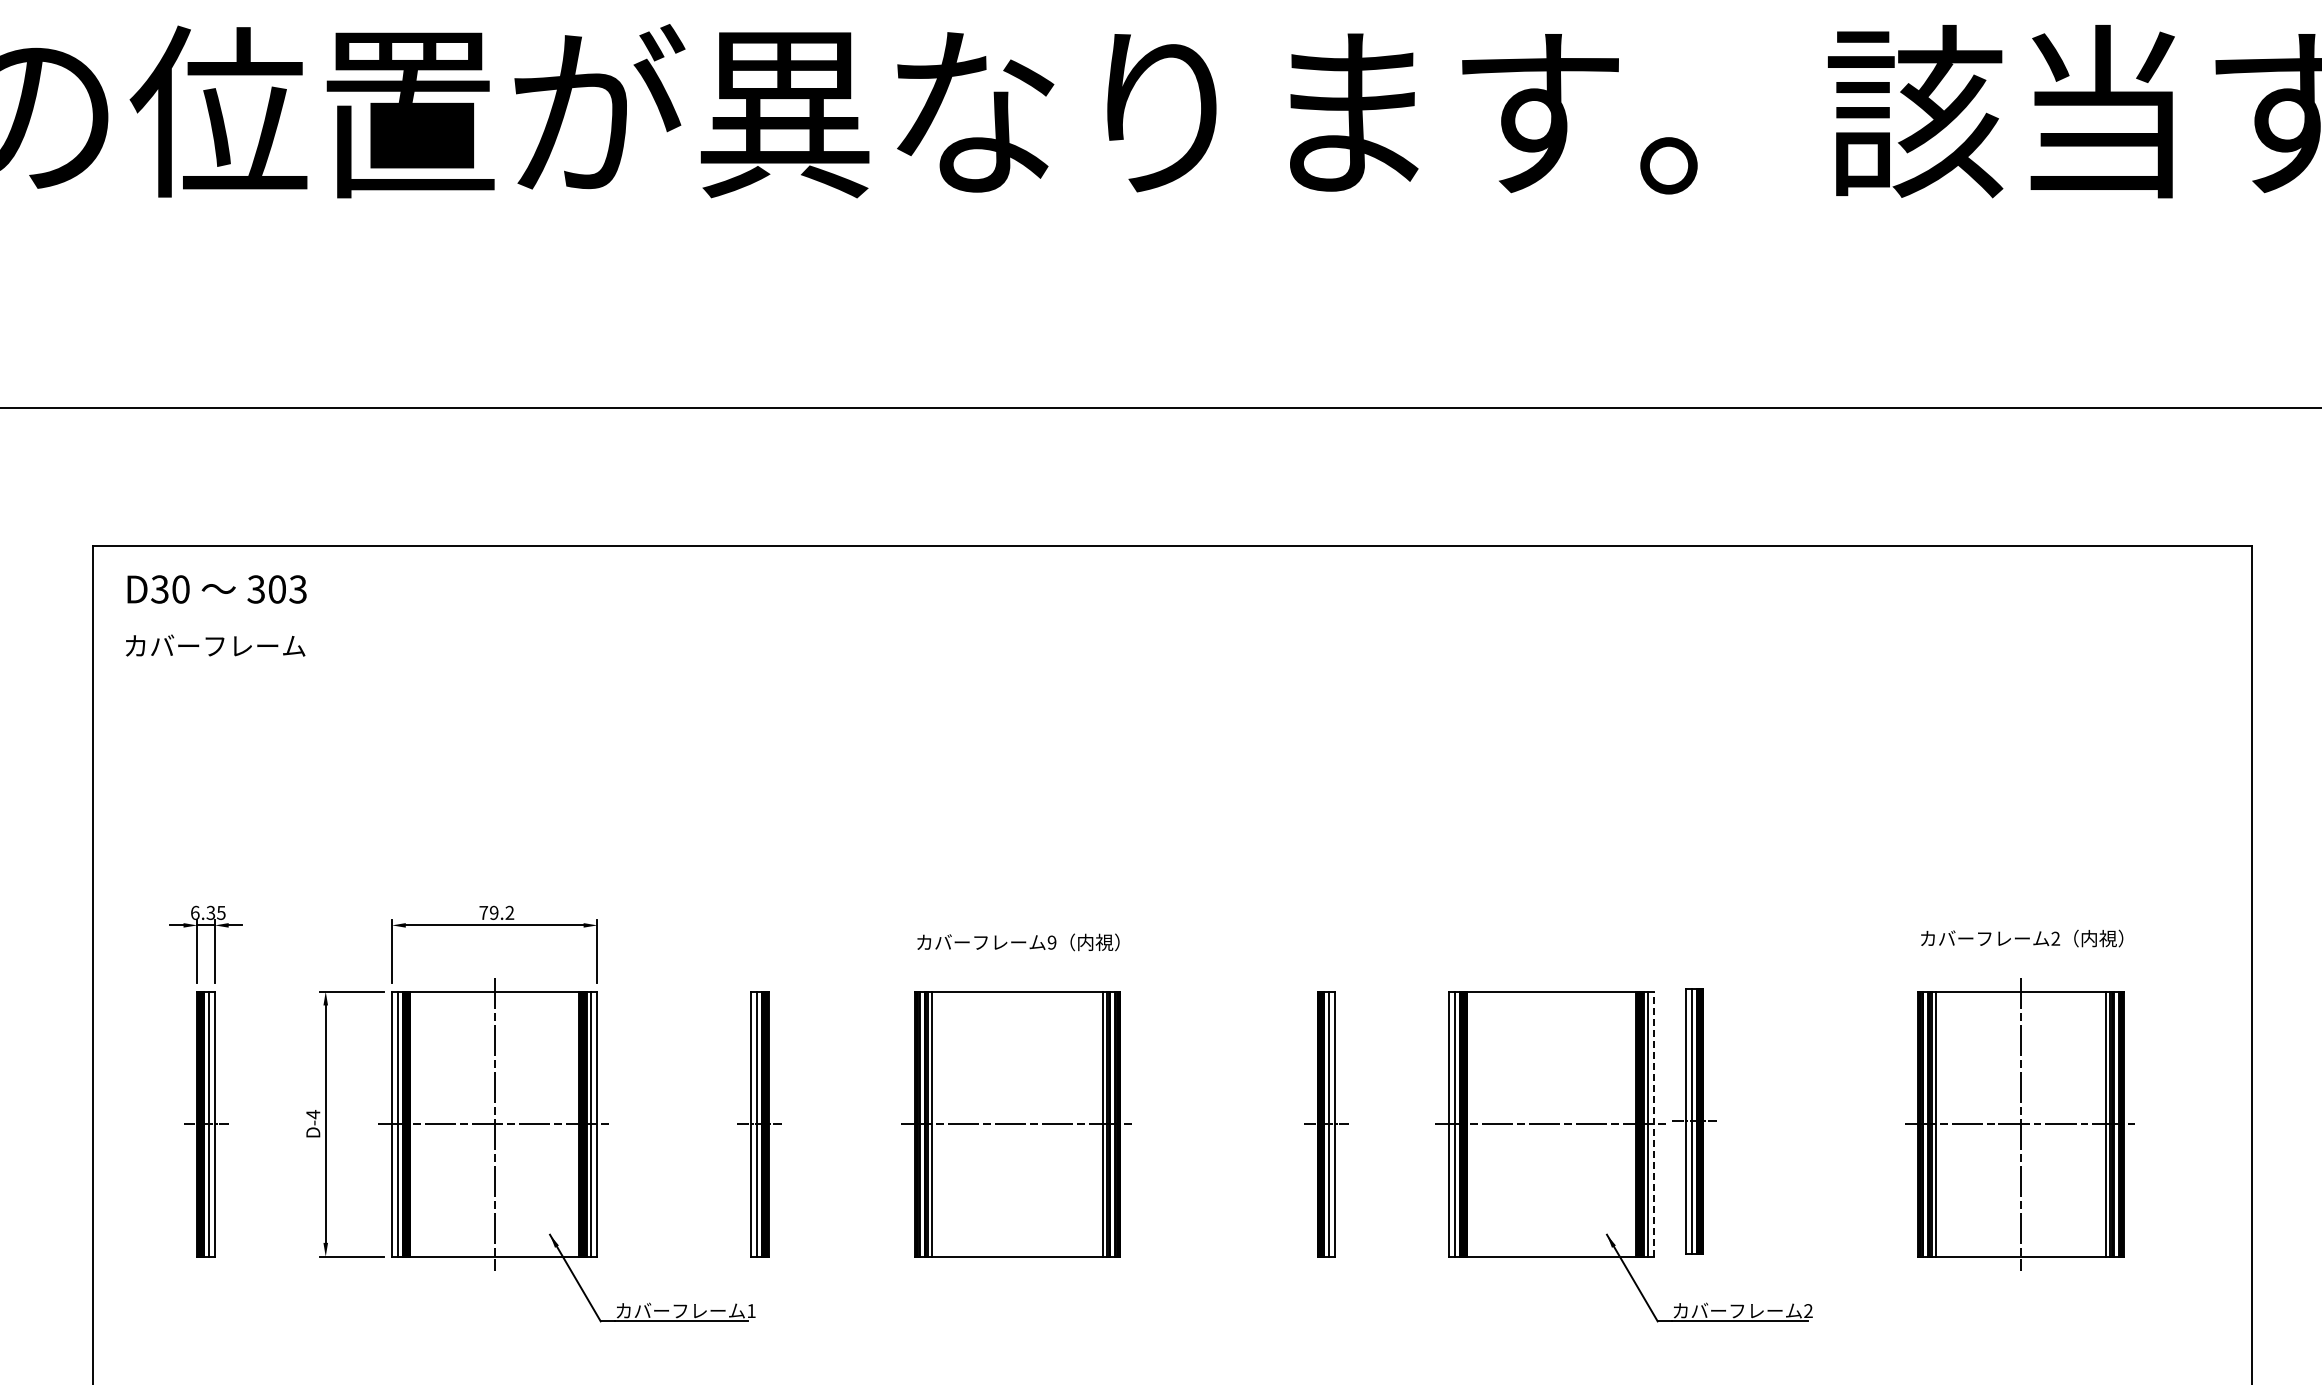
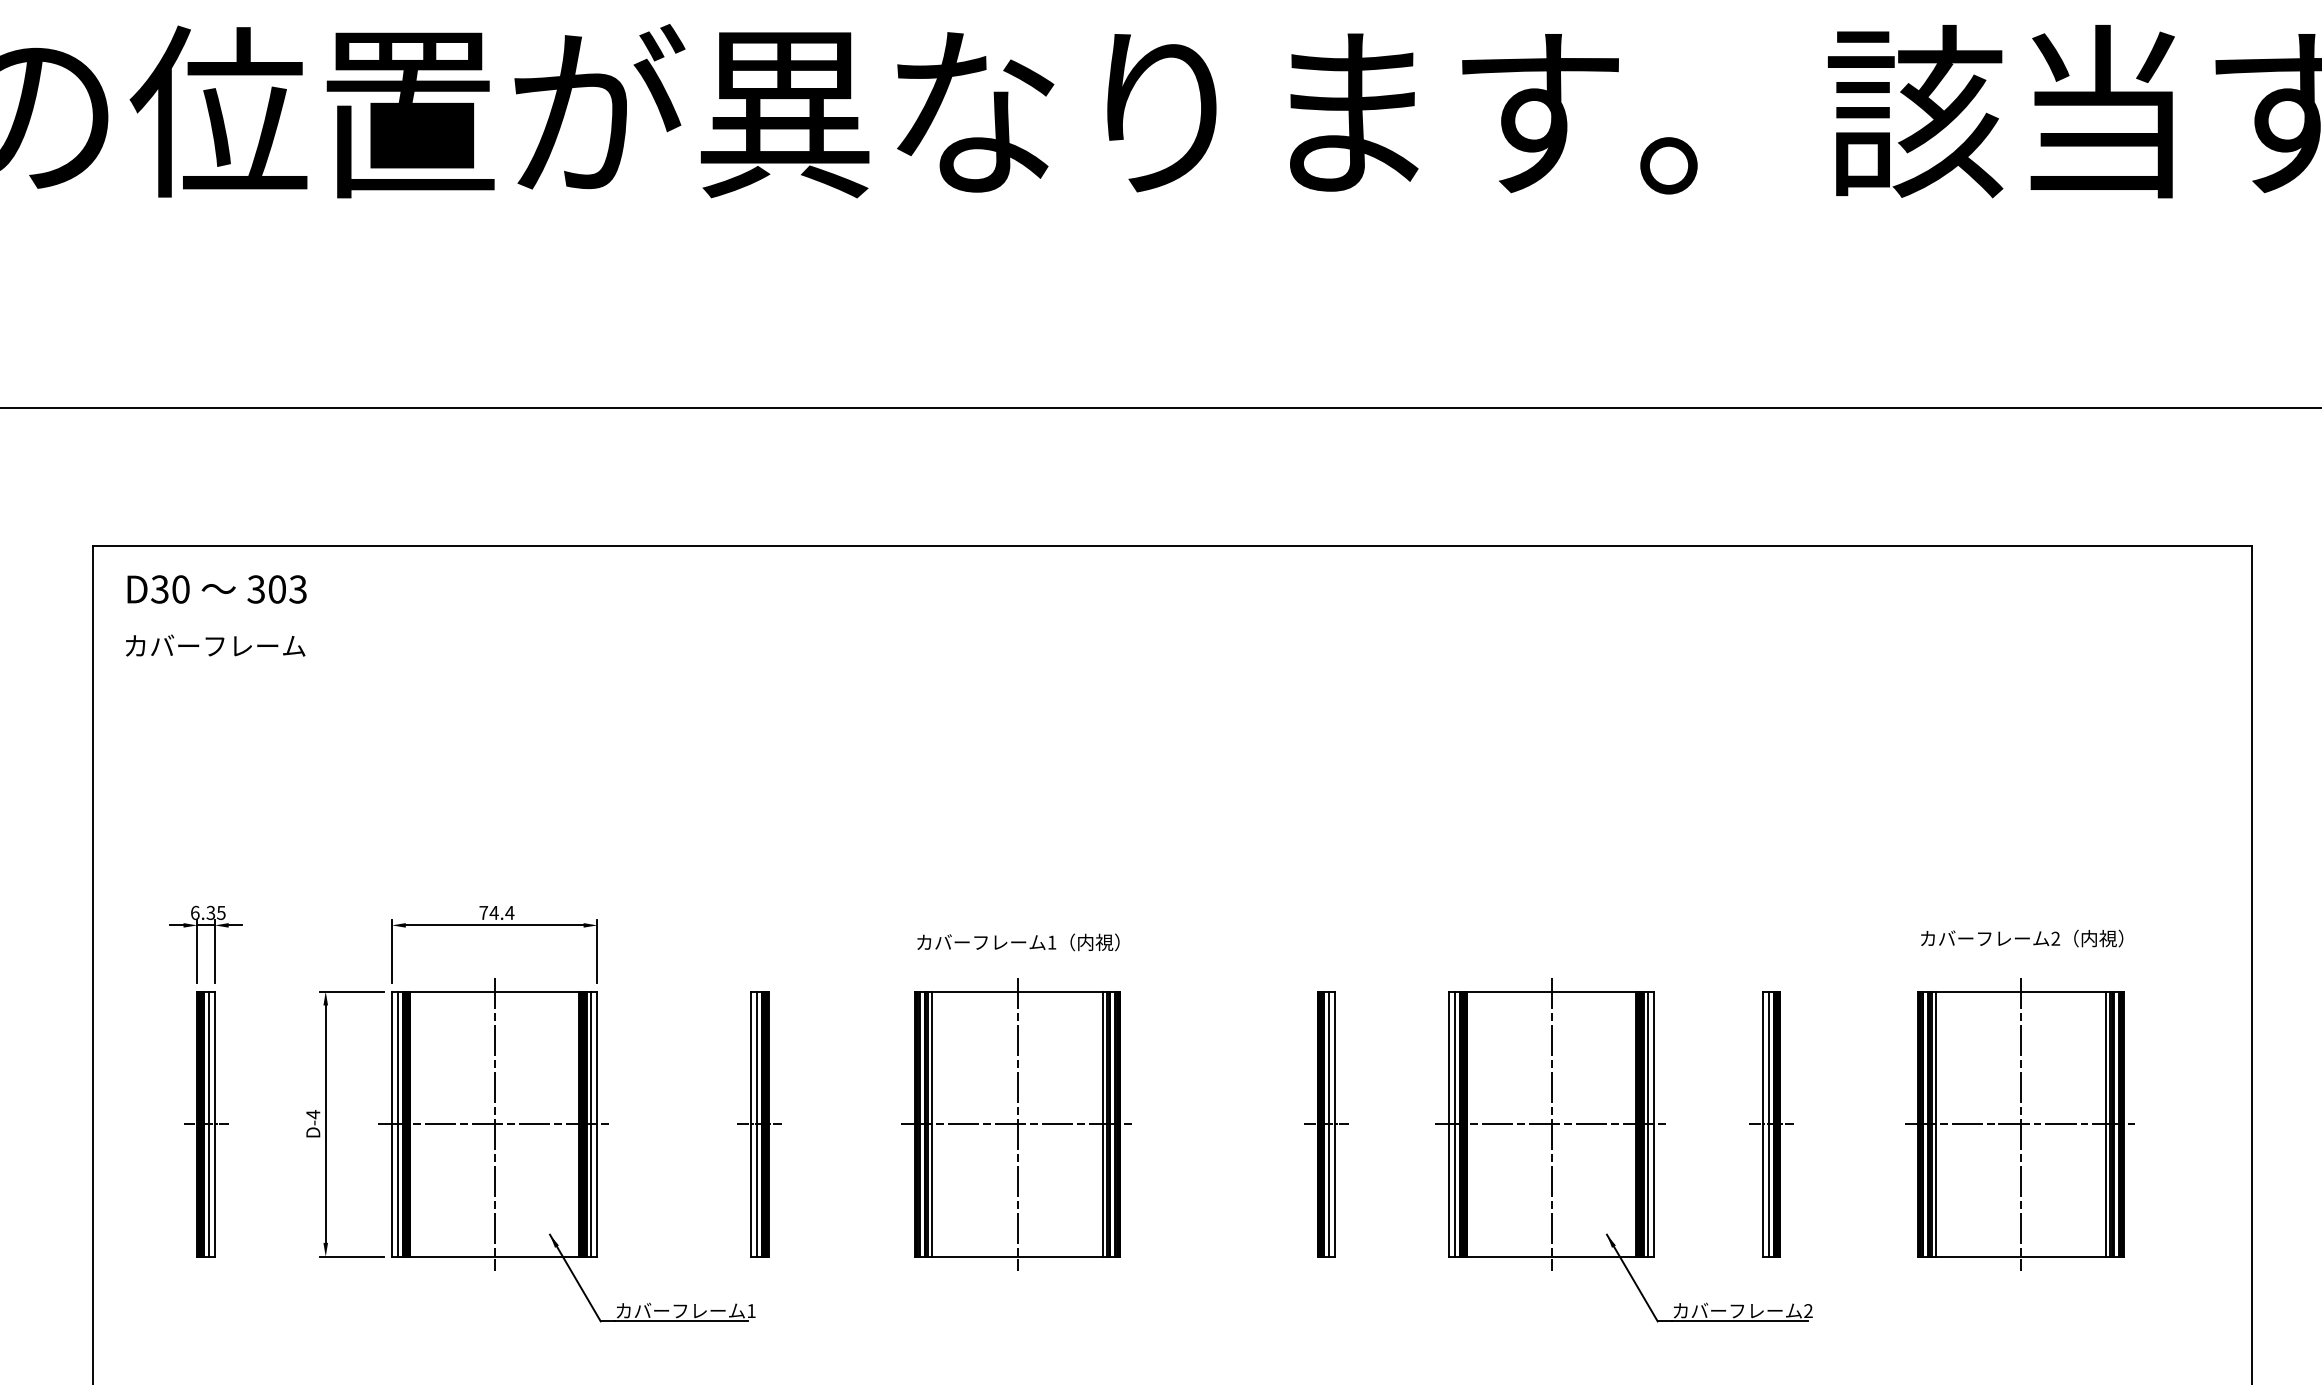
text at (501, 912): 79.2 -> 74.4
text at (1051, 942): 9 -> 1
part at (1694, 1121) position: (1694, 1121) -> (1771, 1124)
line at (1017, 1123): none -> present
line at (1551, 1123): none -> present
line at (1654, 1124): dashed -> solid
